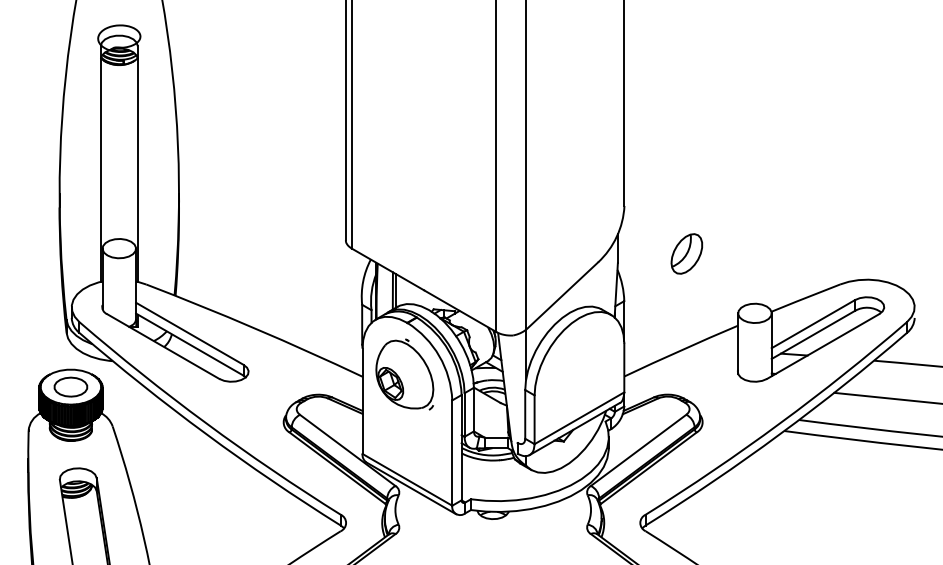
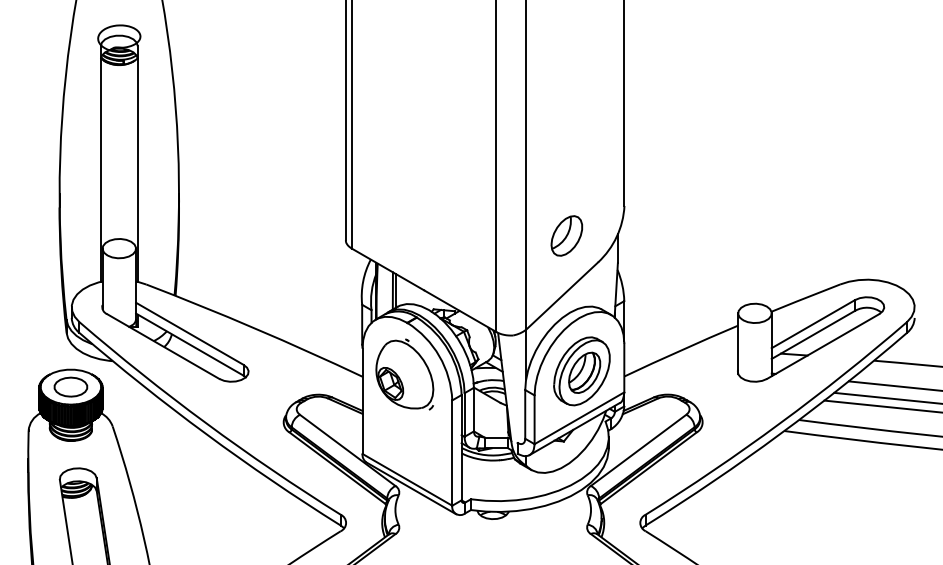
part at (686, 253) position: (686, 253) -> (566, 235)
part at (581, 371): none -> present
line at (893, 385): none -> present
line at (881, 406): none -> present
